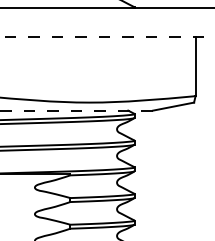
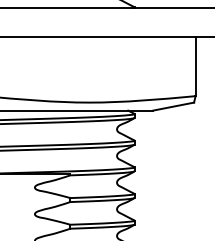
line at (107, 37): dashed -> solid
line at (76, 110): dashed -> solid
